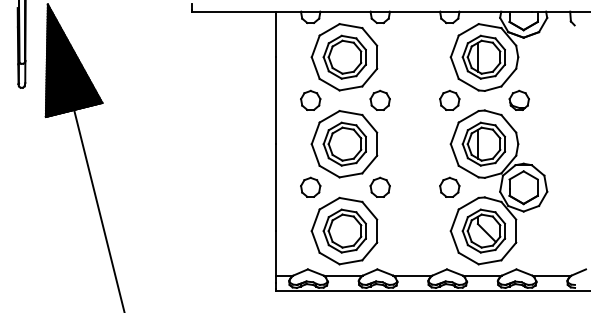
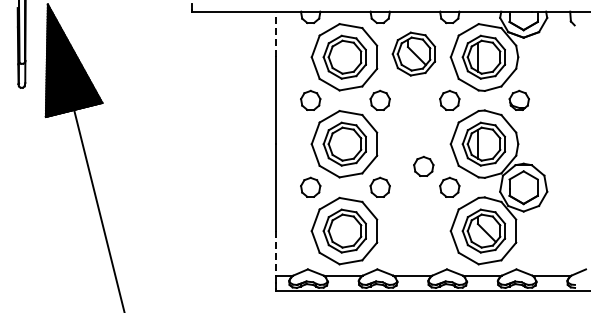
line at (275, 34): solid -> dashed
part at (413, 53): none -> present
part at (423, 165): none -> present
line at (275, 253): solid -> dashed
